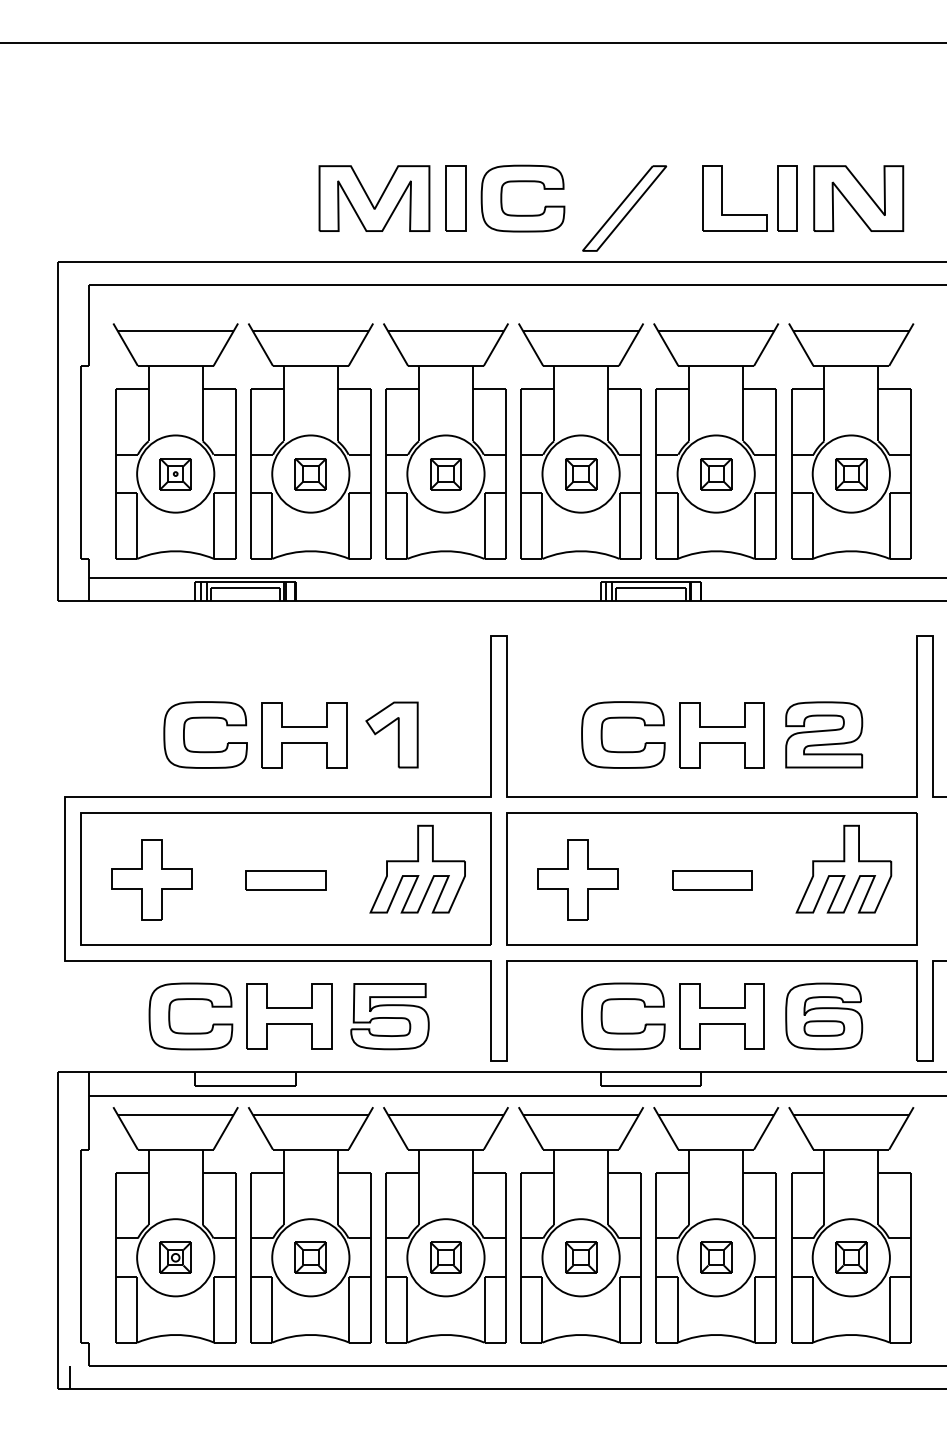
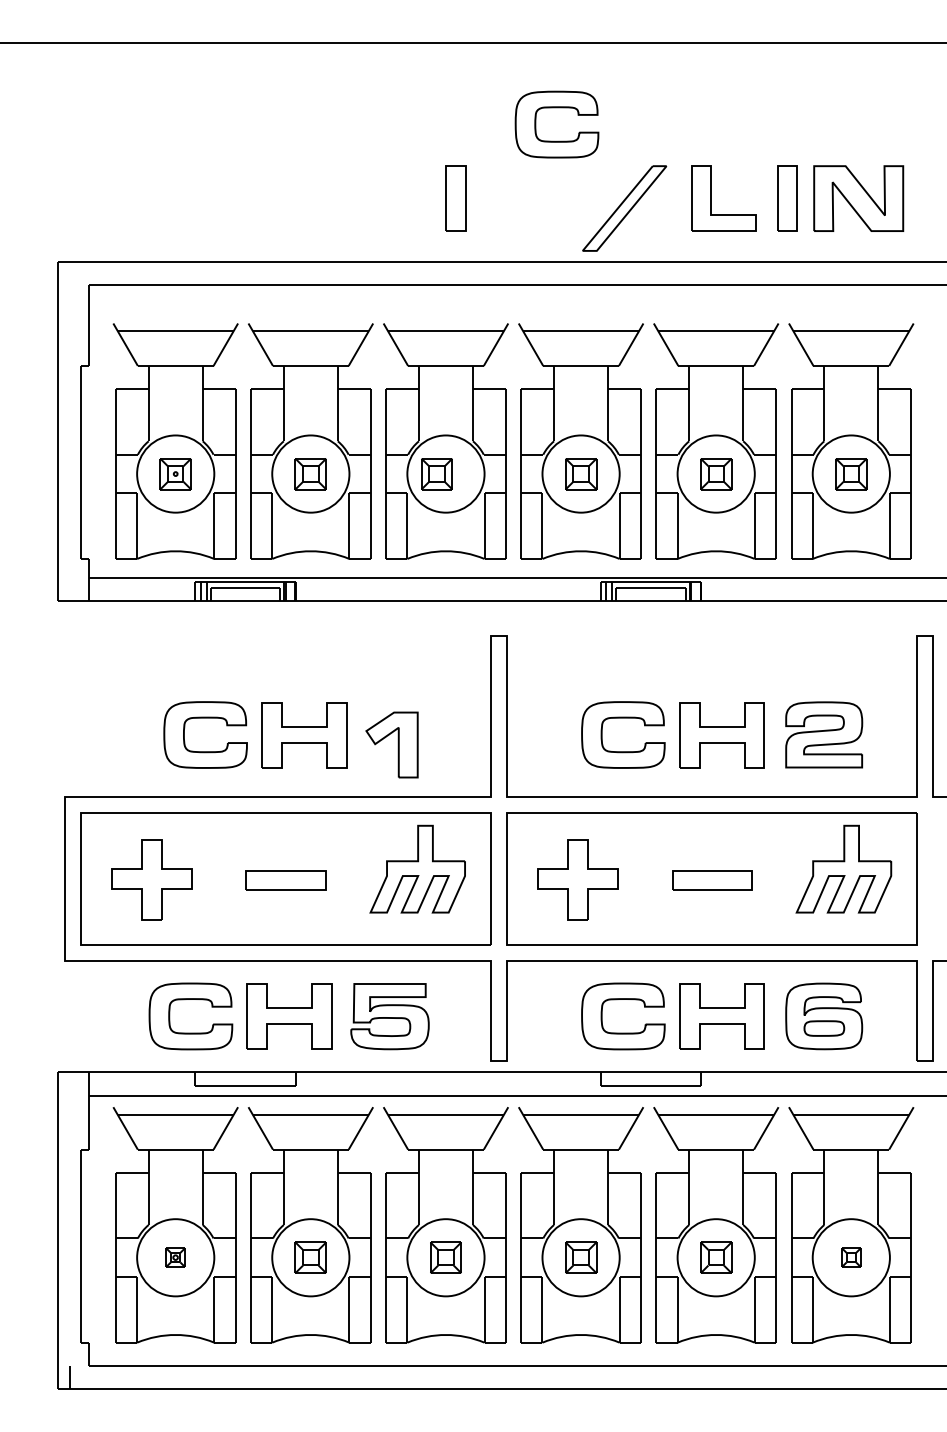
part at (522, 182) position: (522, 182) -> (556, 108)
part at (374, 198): present -> none
part at (722, 198) position: (722, 198) -> (711, 198)
part at (445, 474) position: (445, 474) -> (436, 474)
part at (391, 734) position: (391, 734) -> (391, 744)
part at (175, 1257) size: 33x33 px -> 21x21 px
part at (851, 1257) size: 33x33 px -> 21x21 px
